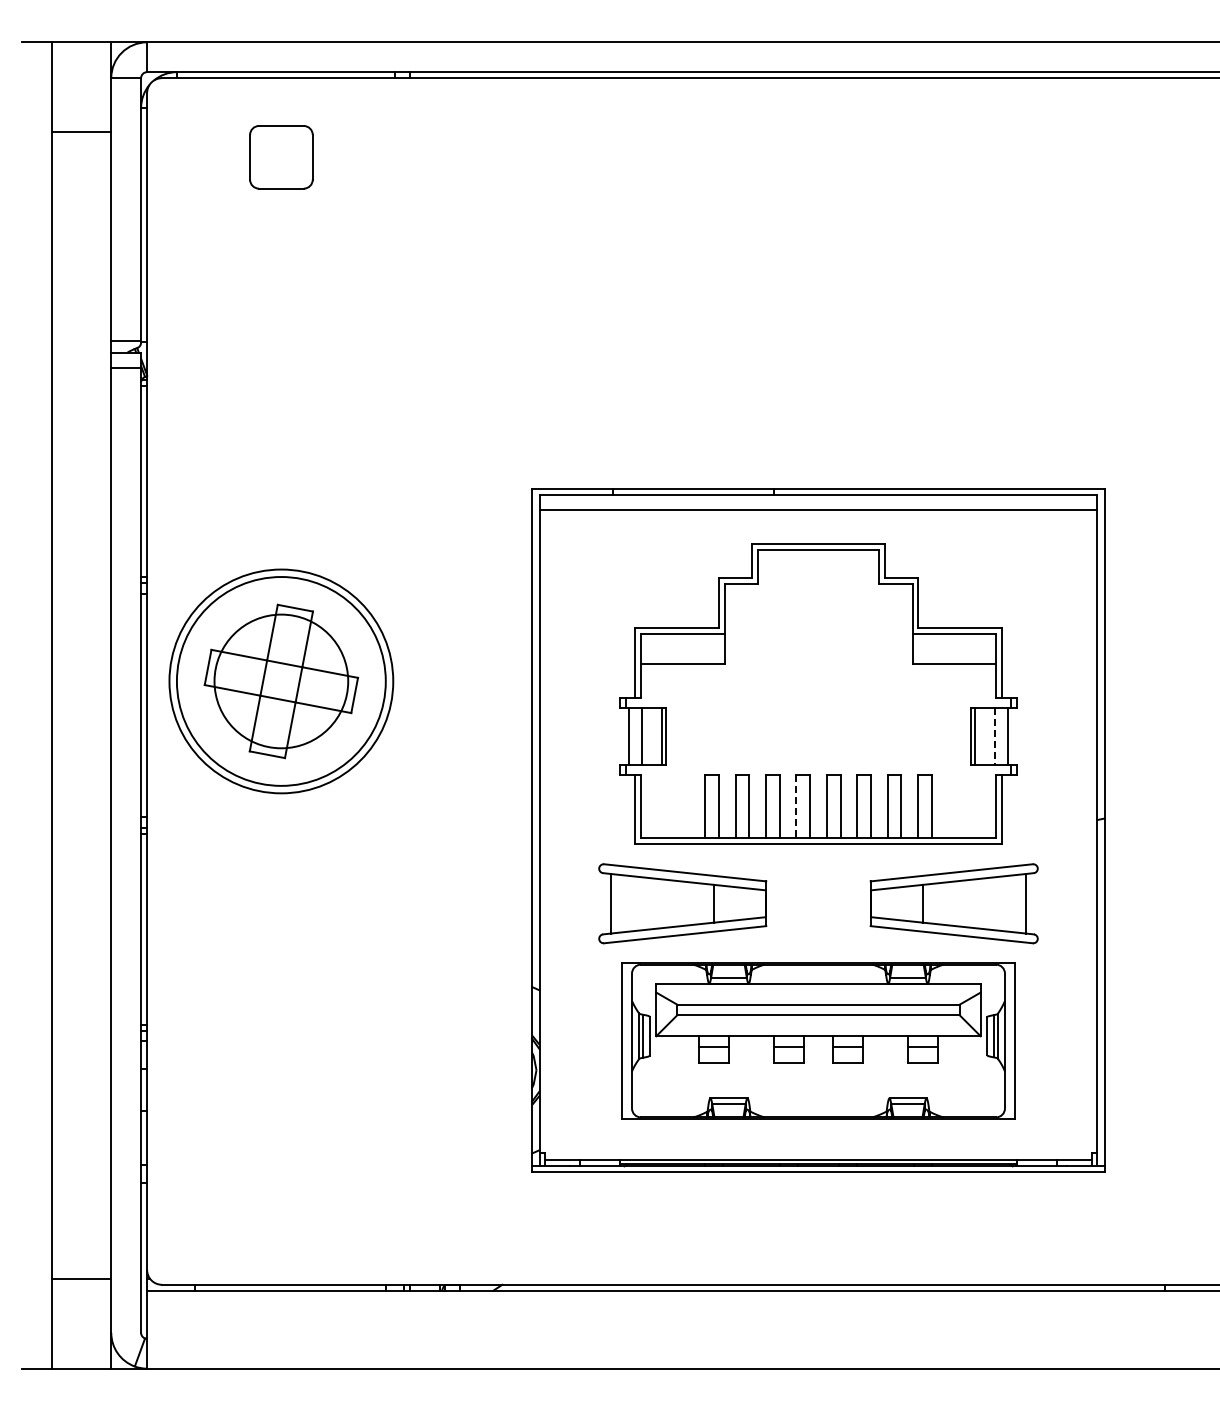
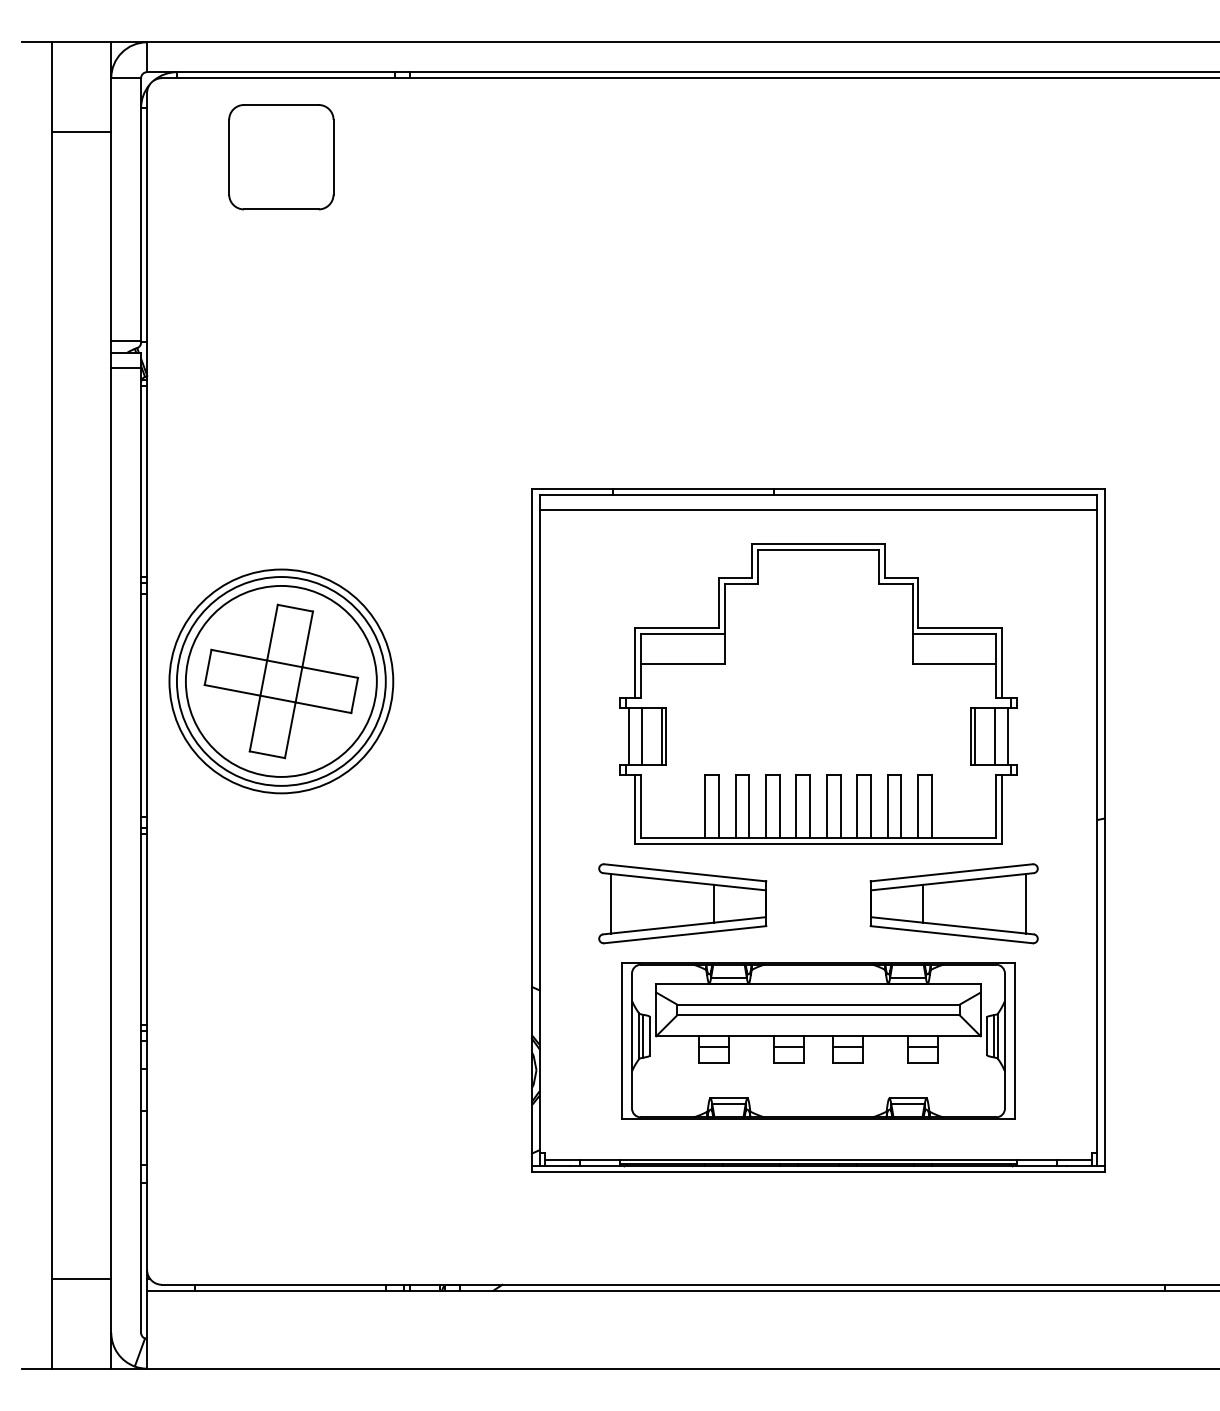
part at (281, 157) size: 65x65 px -> 107x107 px
circle at (281, 681) diameter: 134 px -> 191 px
line at (995, 736): dashed -> solid
line at (796, 807): dashed -> solid
